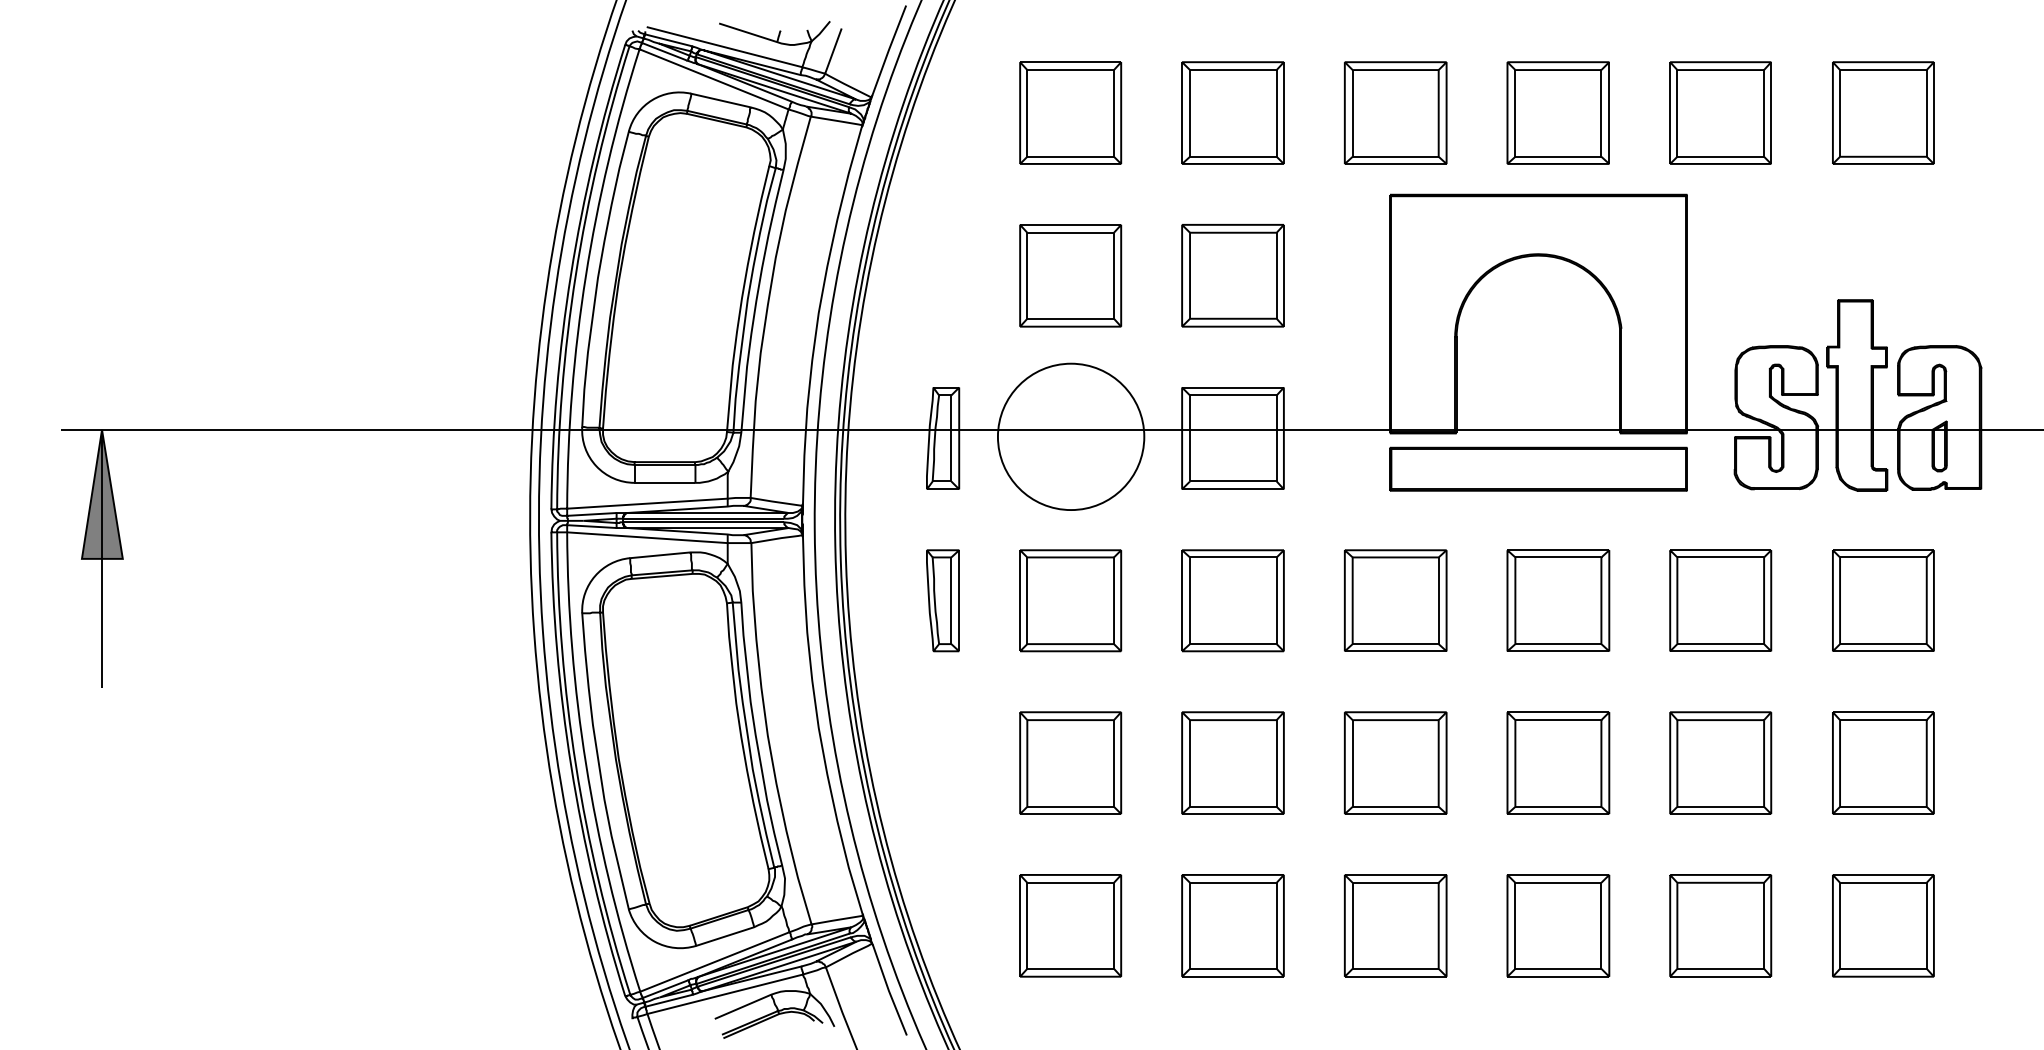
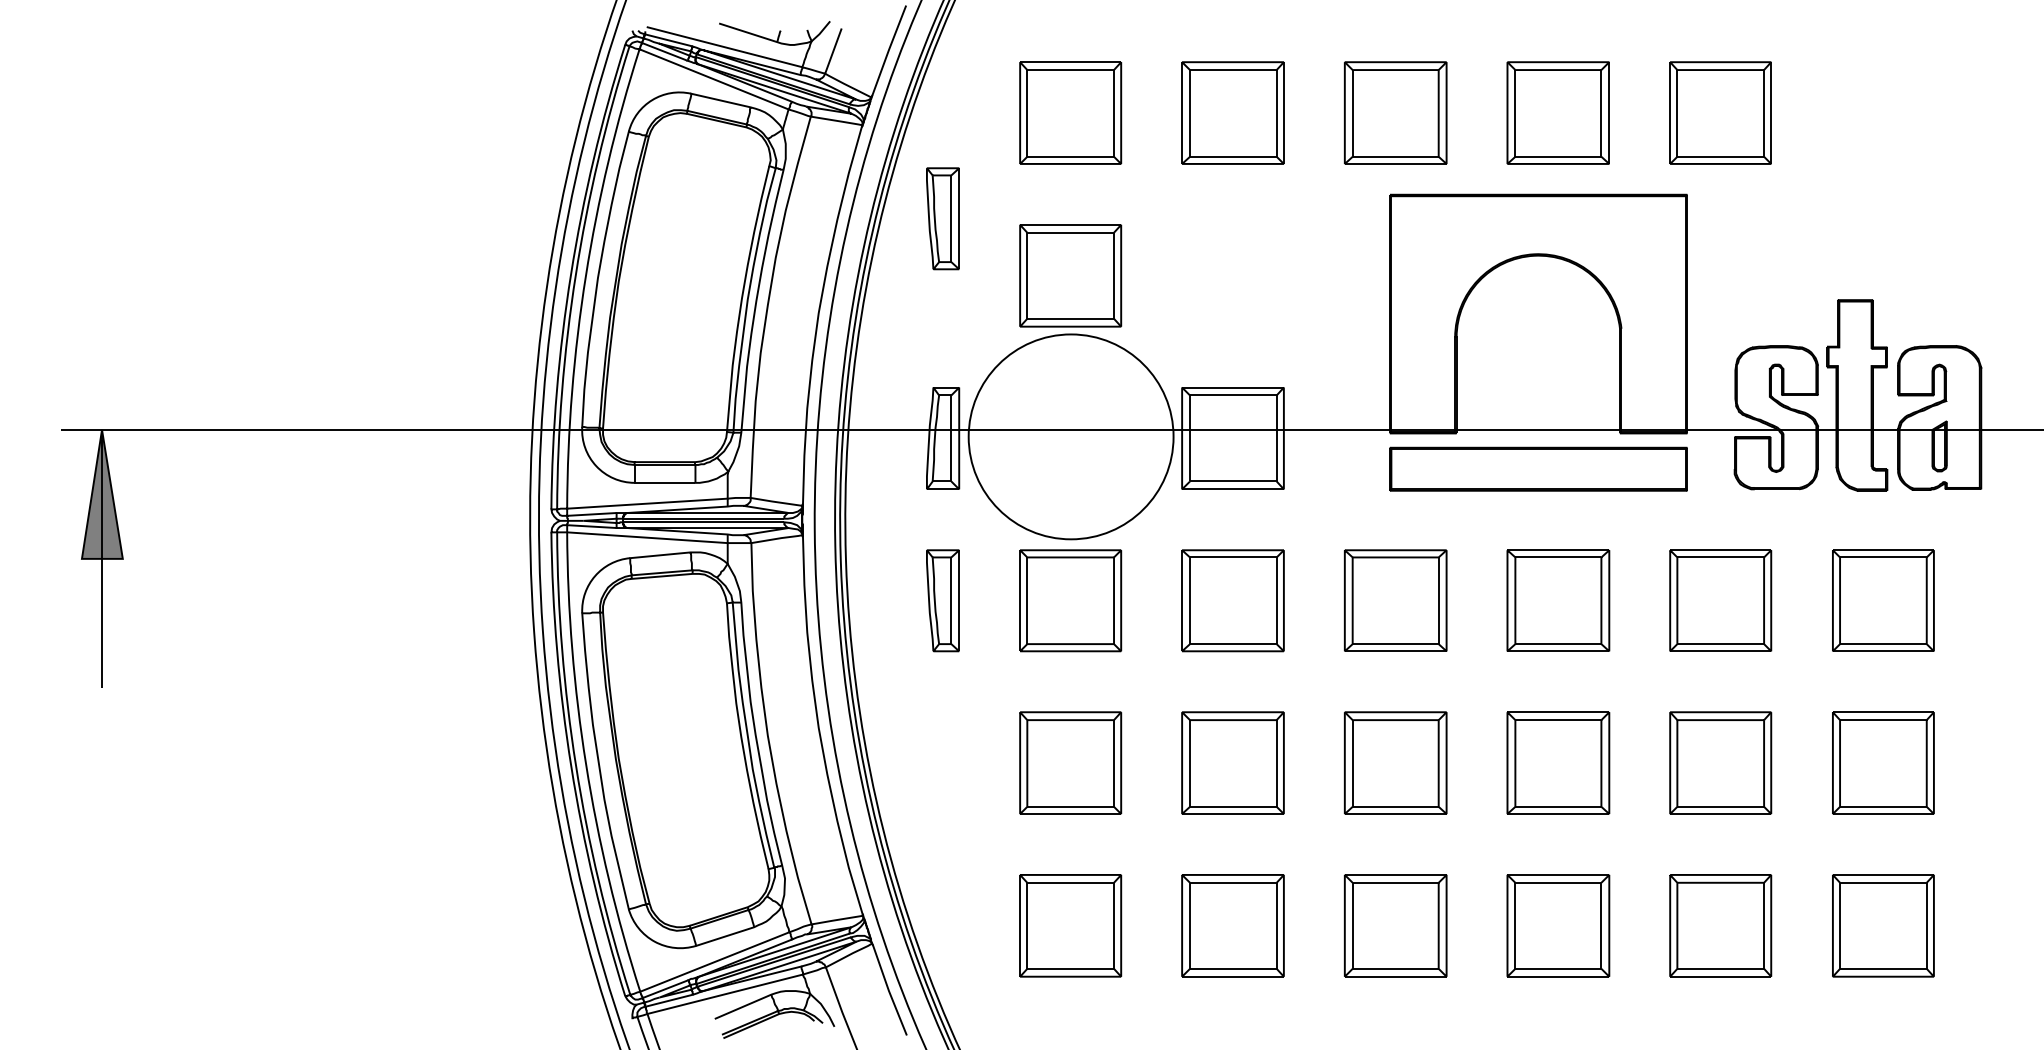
part at (1883, 112): present -> none
part at (942, 218): none -> present
part at (1232, 275): present -> none
circle at (1070, 436) diameter: 146 px -> 205 px
